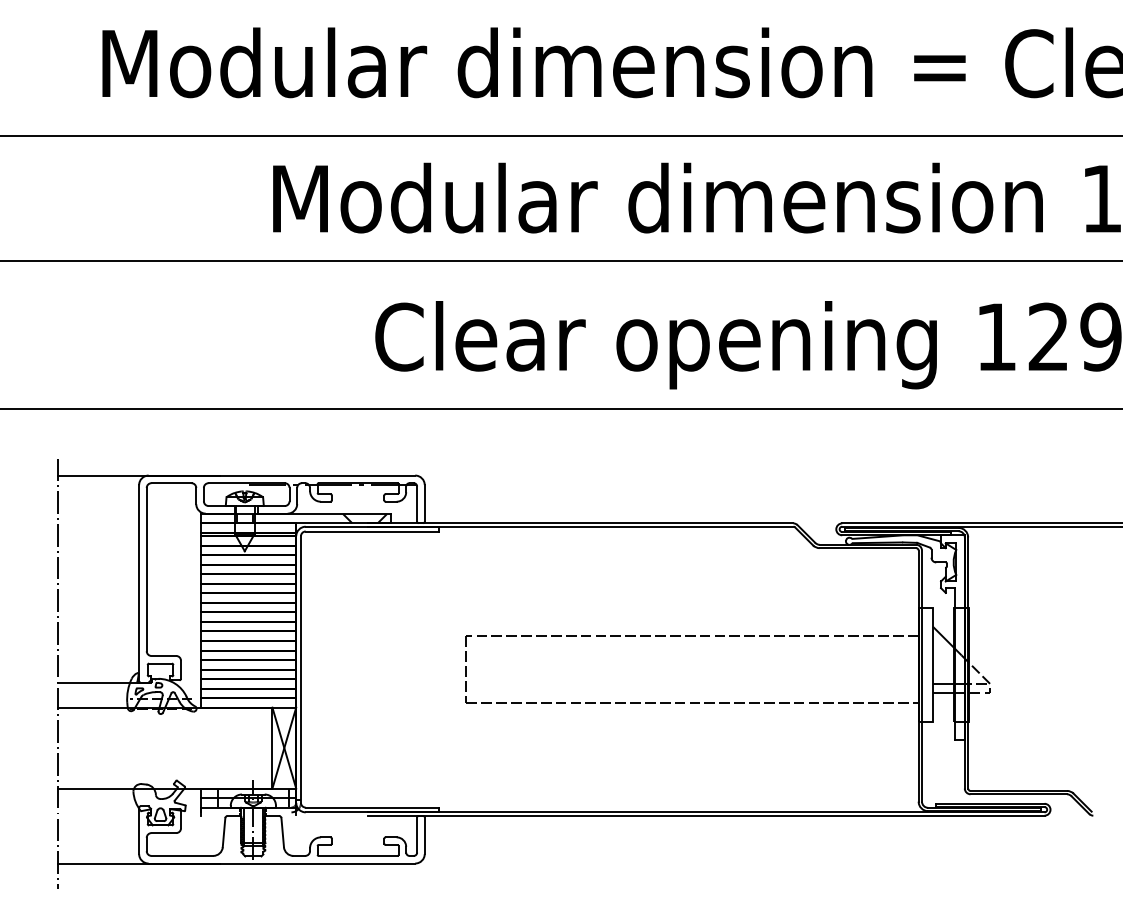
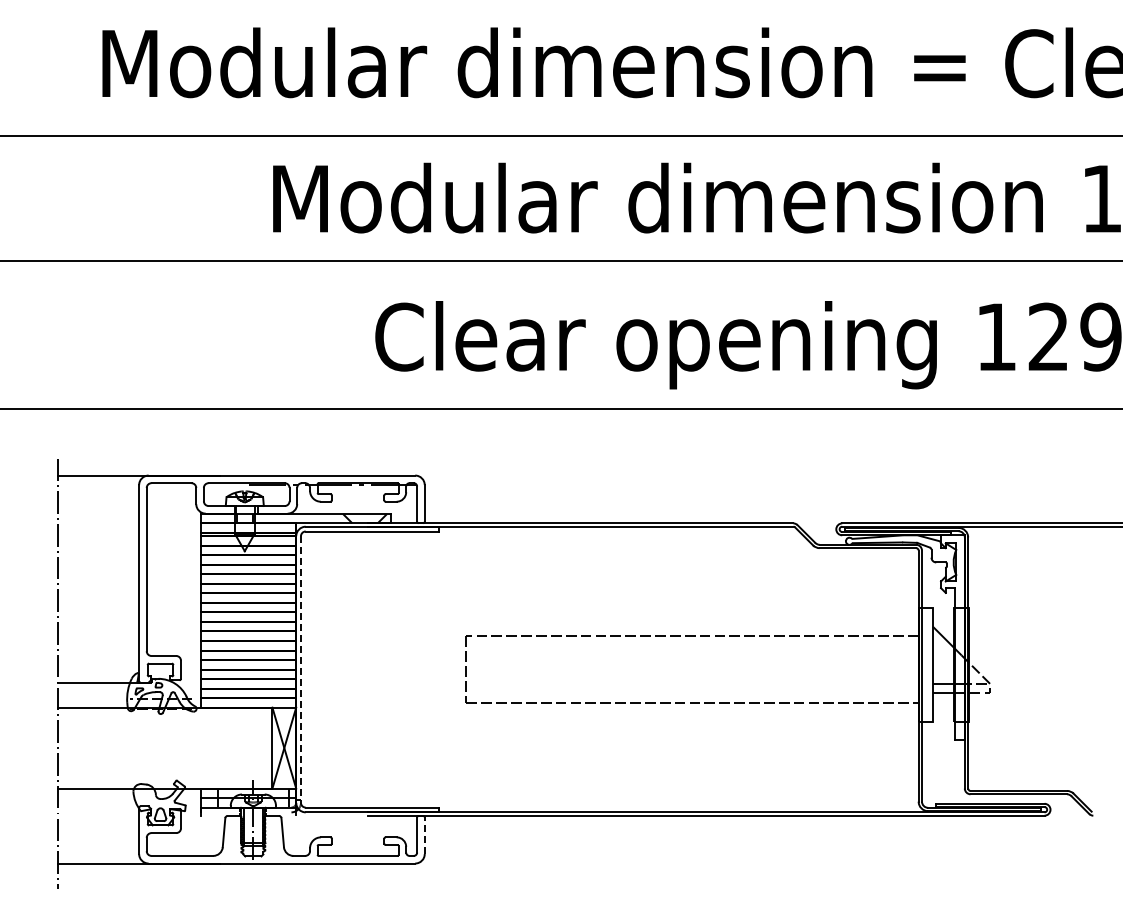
line at (300, 670): solid -> dashed
line at (424, 835): solid -> dashed
